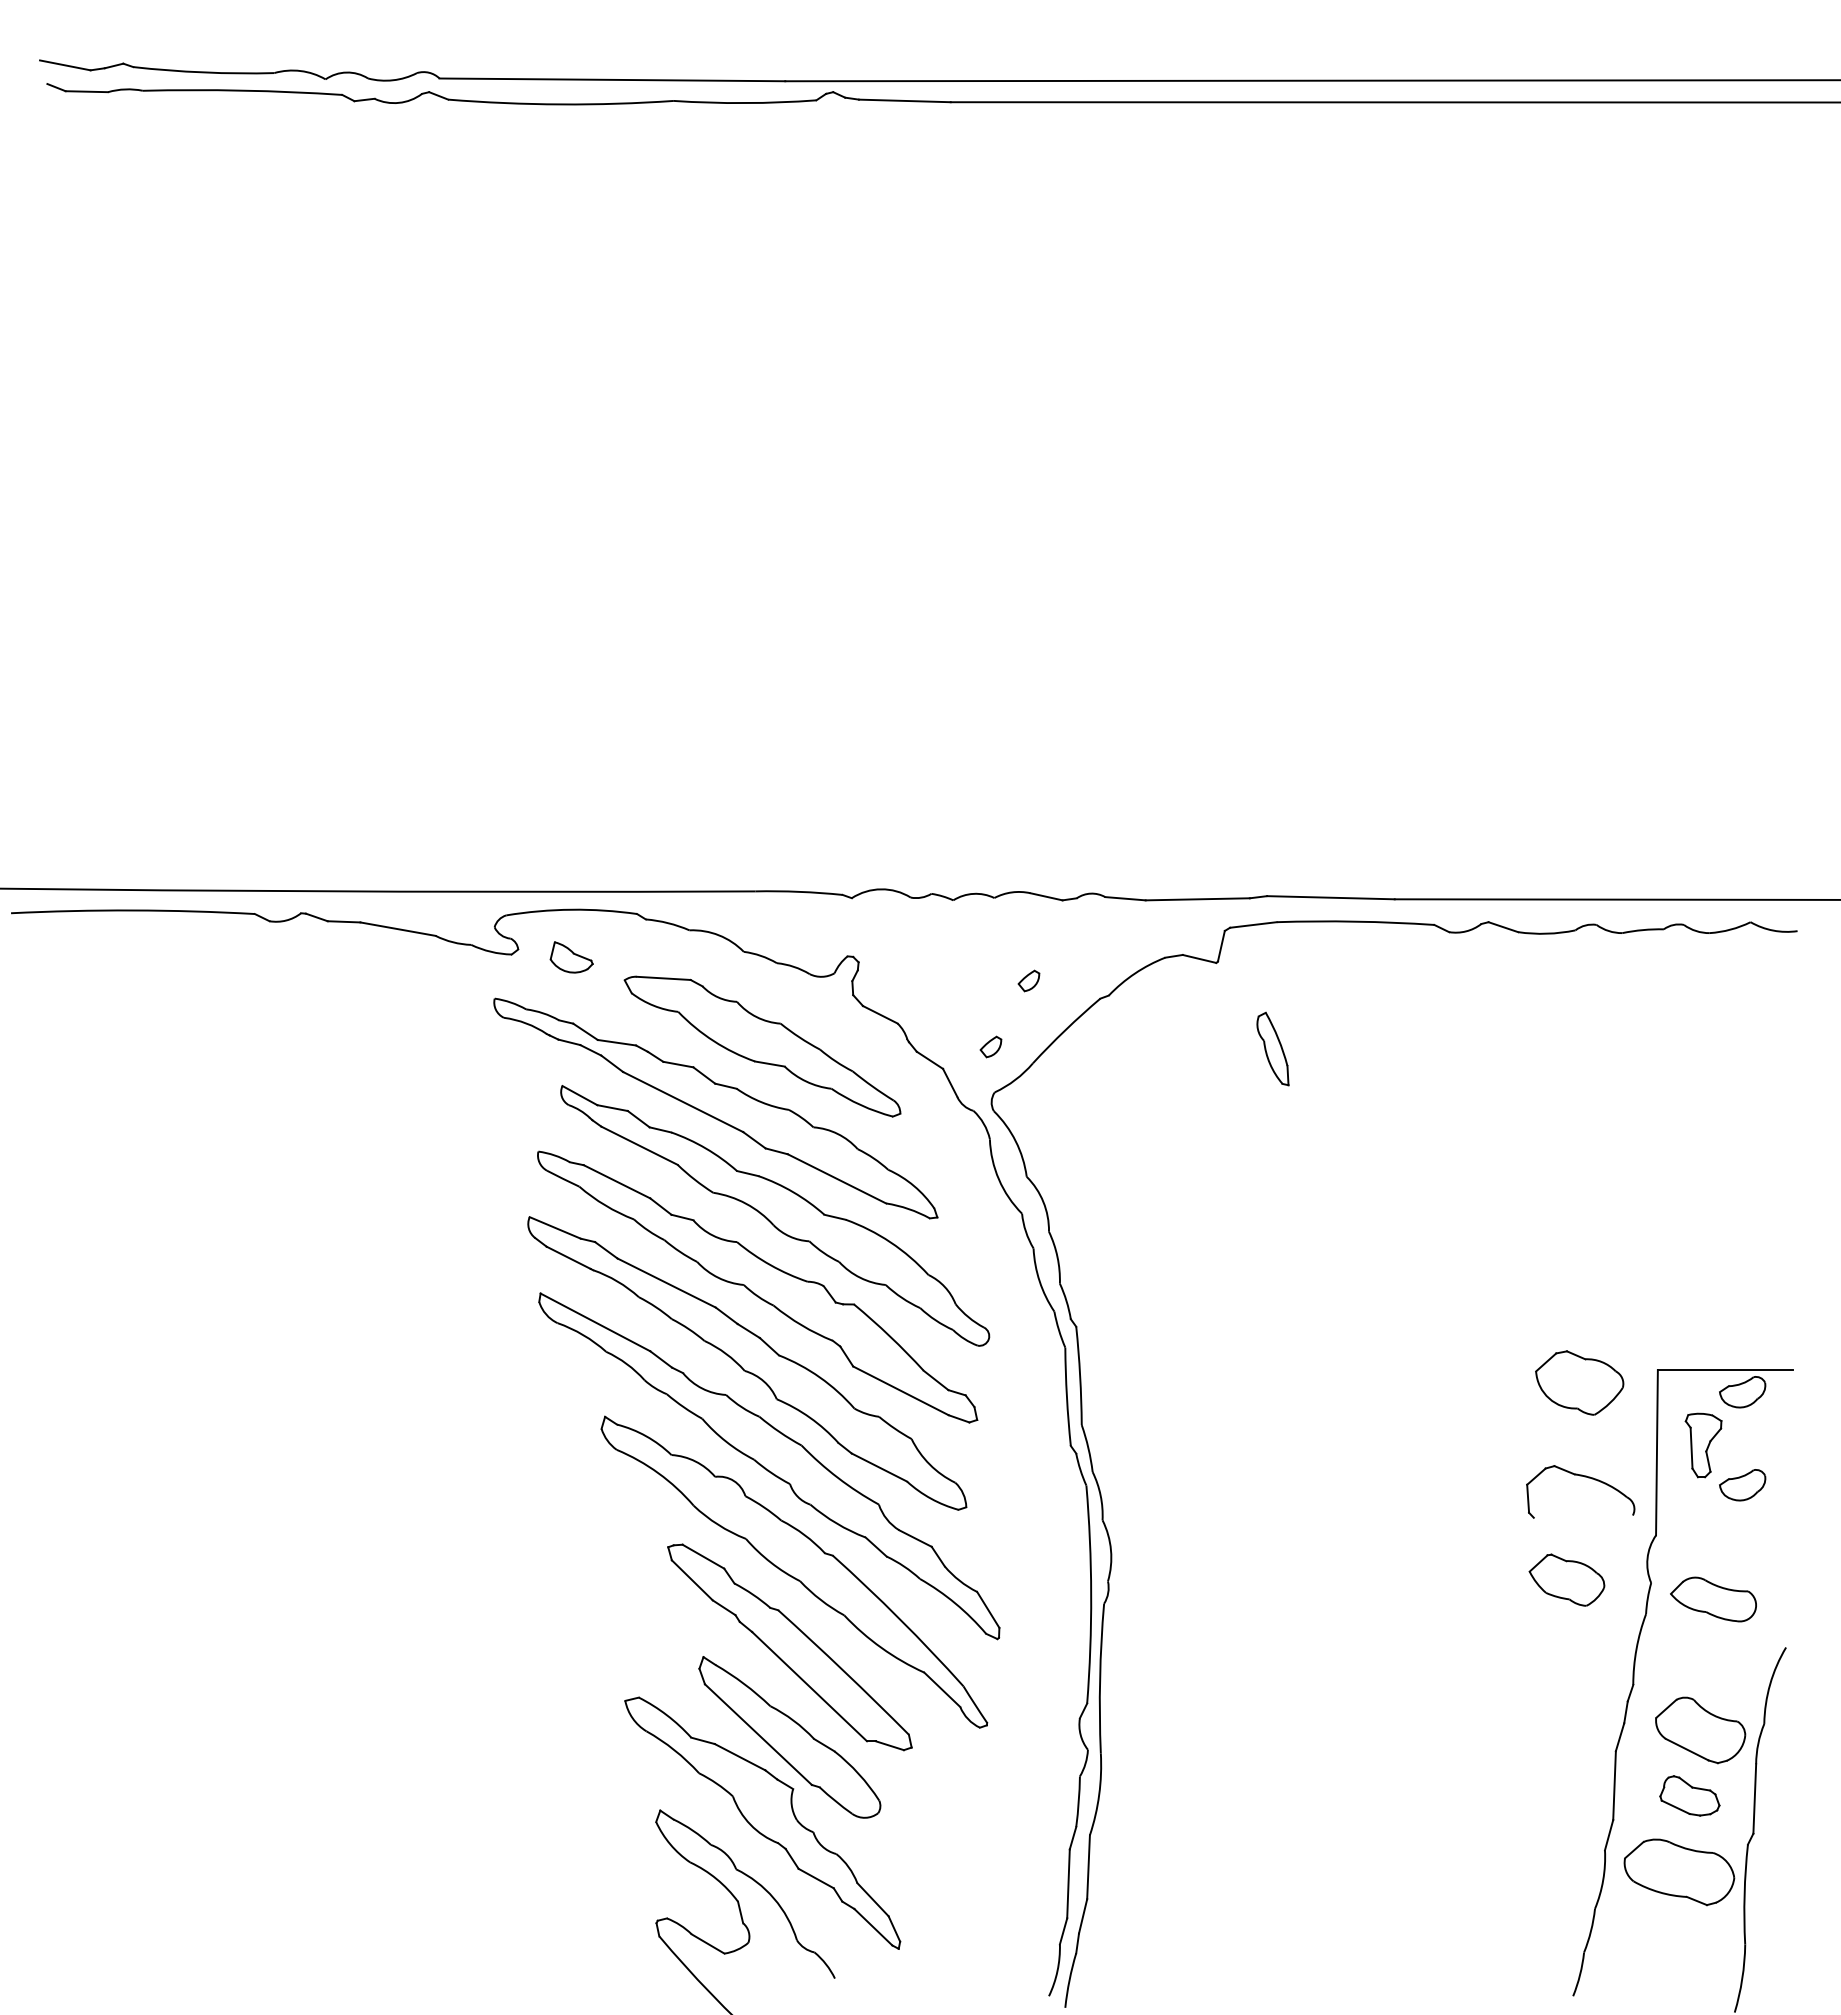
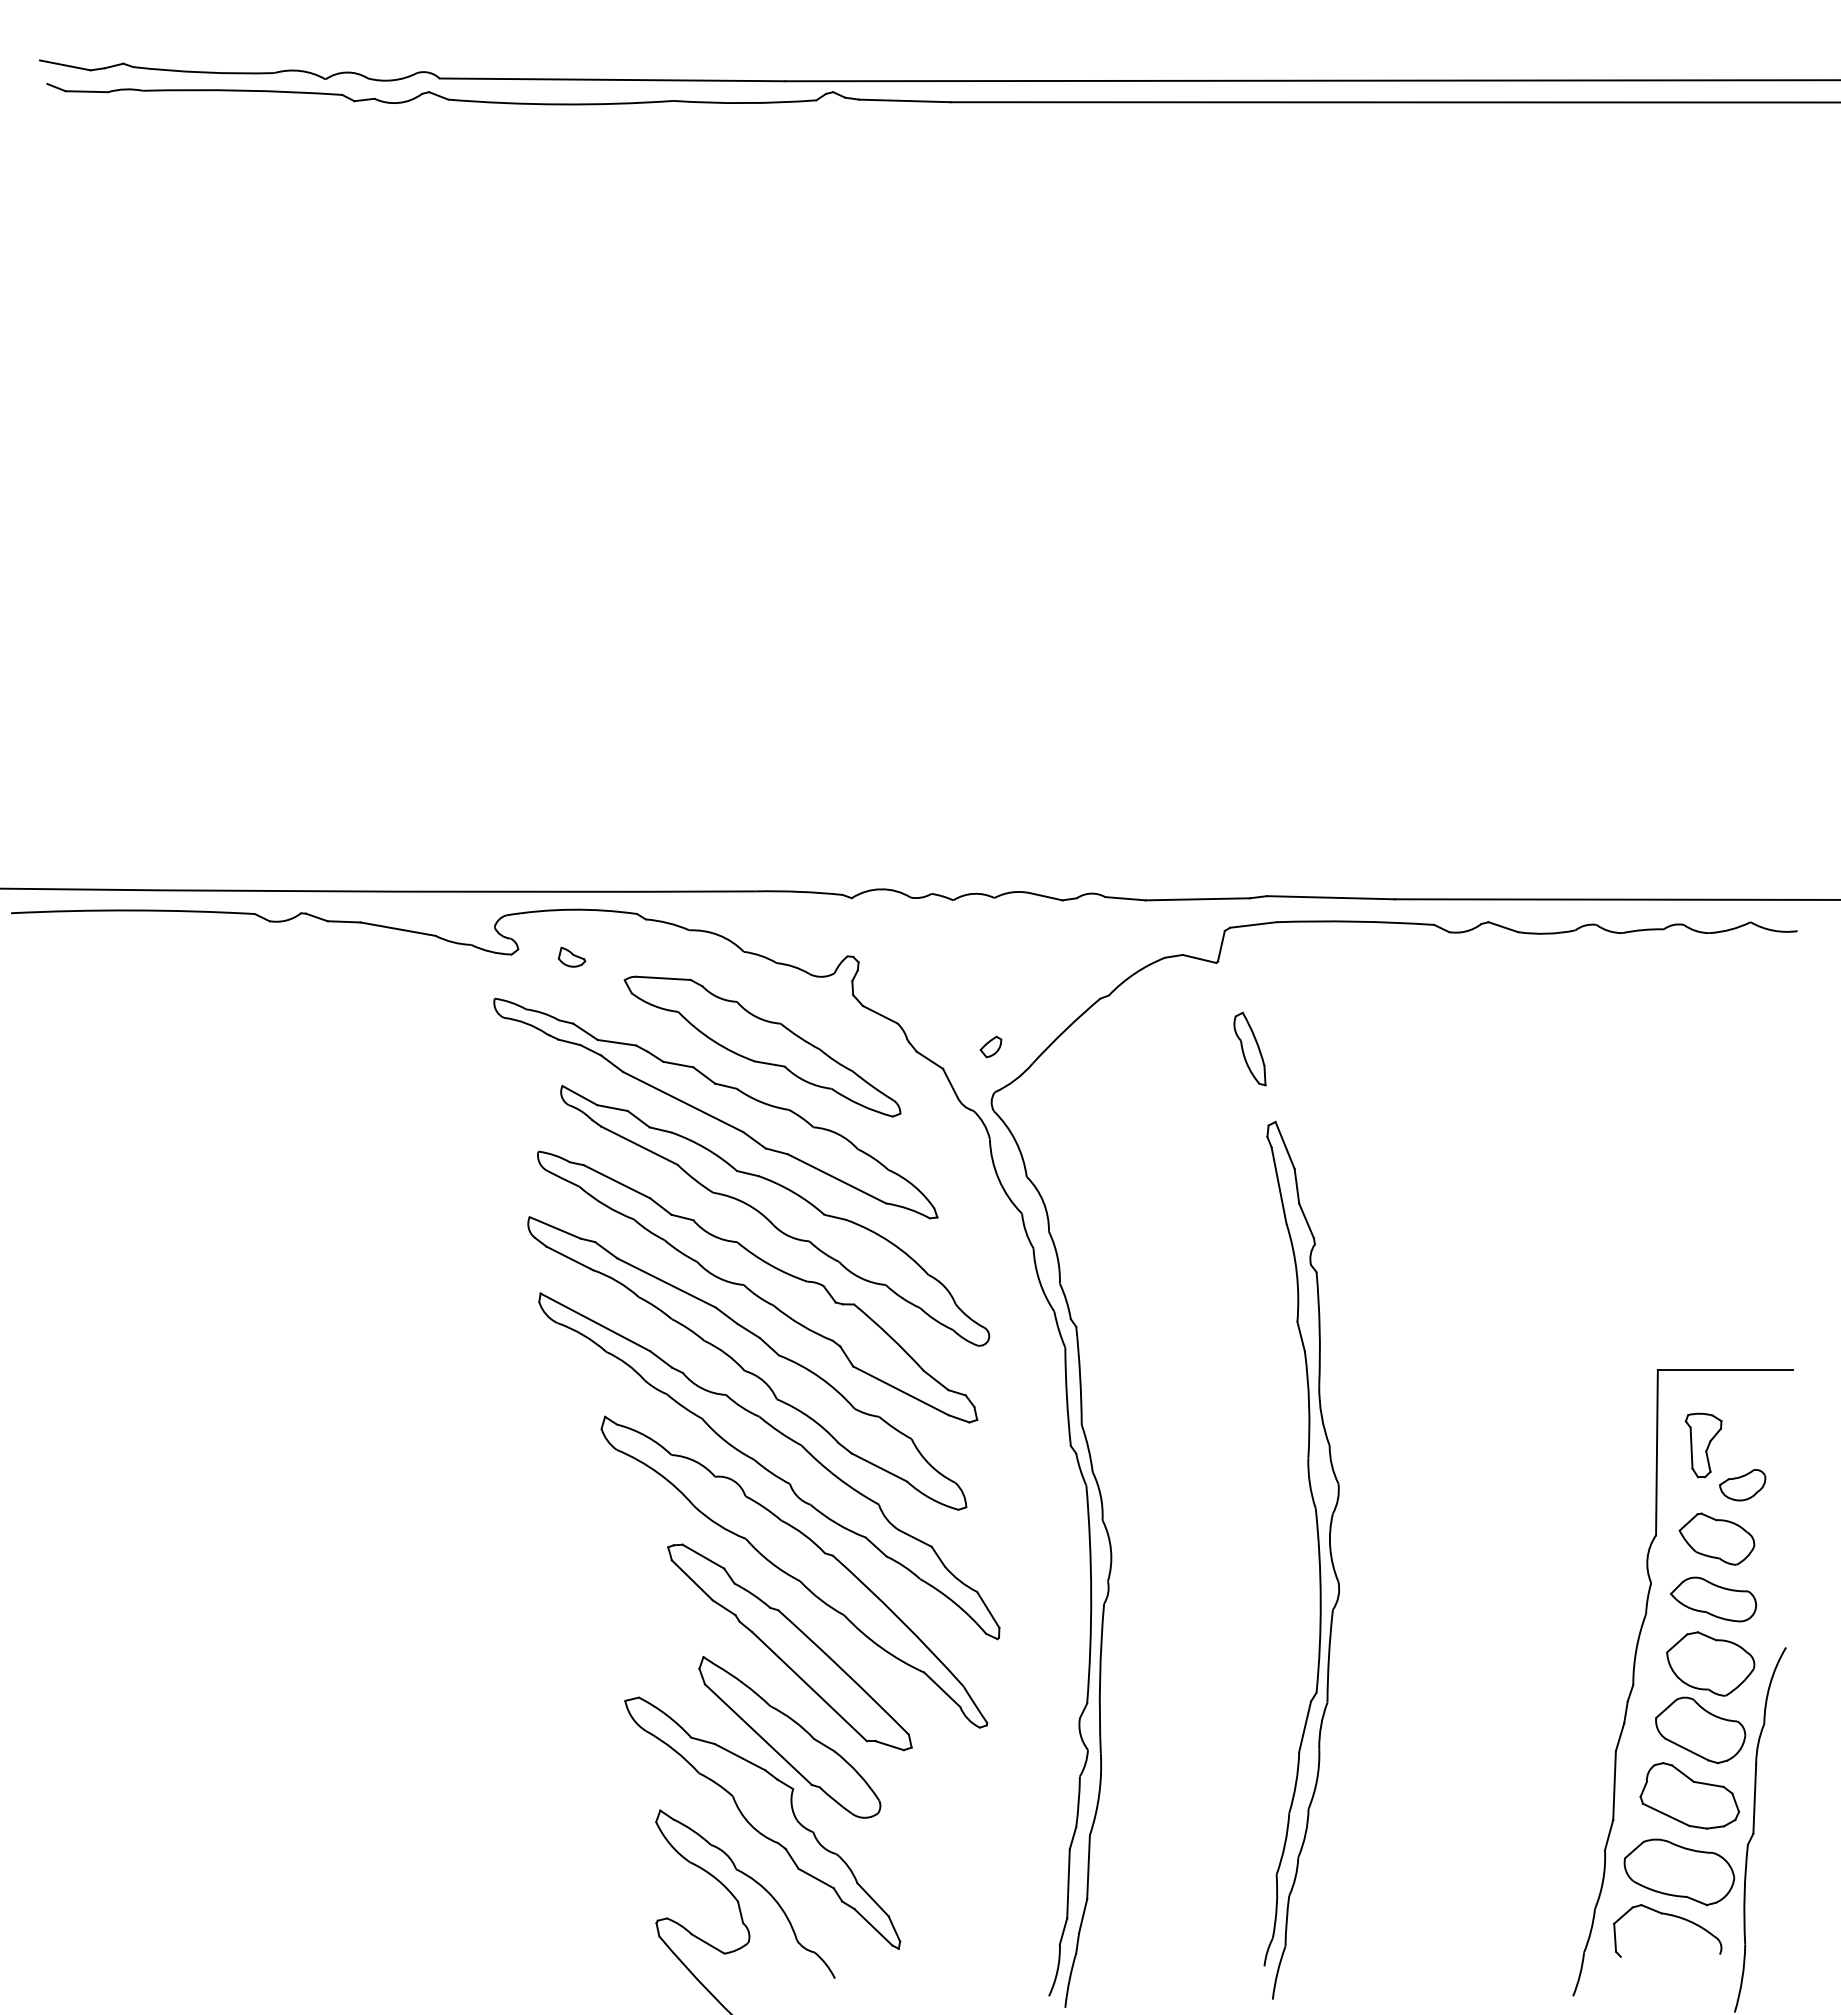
part at (571, 957) size: 45x33 px -> 29x22 px
part at (1028, 980): present -> none
part at (1272, 1048) position: (1272, 1048) -> (1249, 1048)
part at (1579, 1382) position: (1579, 1382) -> (1710, 1663)
part at (1742, 1392): present -> none
part at (1584, 1477) position: (1584, 1477) -> (1671, 1916)
part at (1318, 1560): none -> present
part at (1566, 1579) position: (1566, 1579) -> (1716, 1538)
part at (1689, 1795) size: 62x42 px -> 102x68 px
